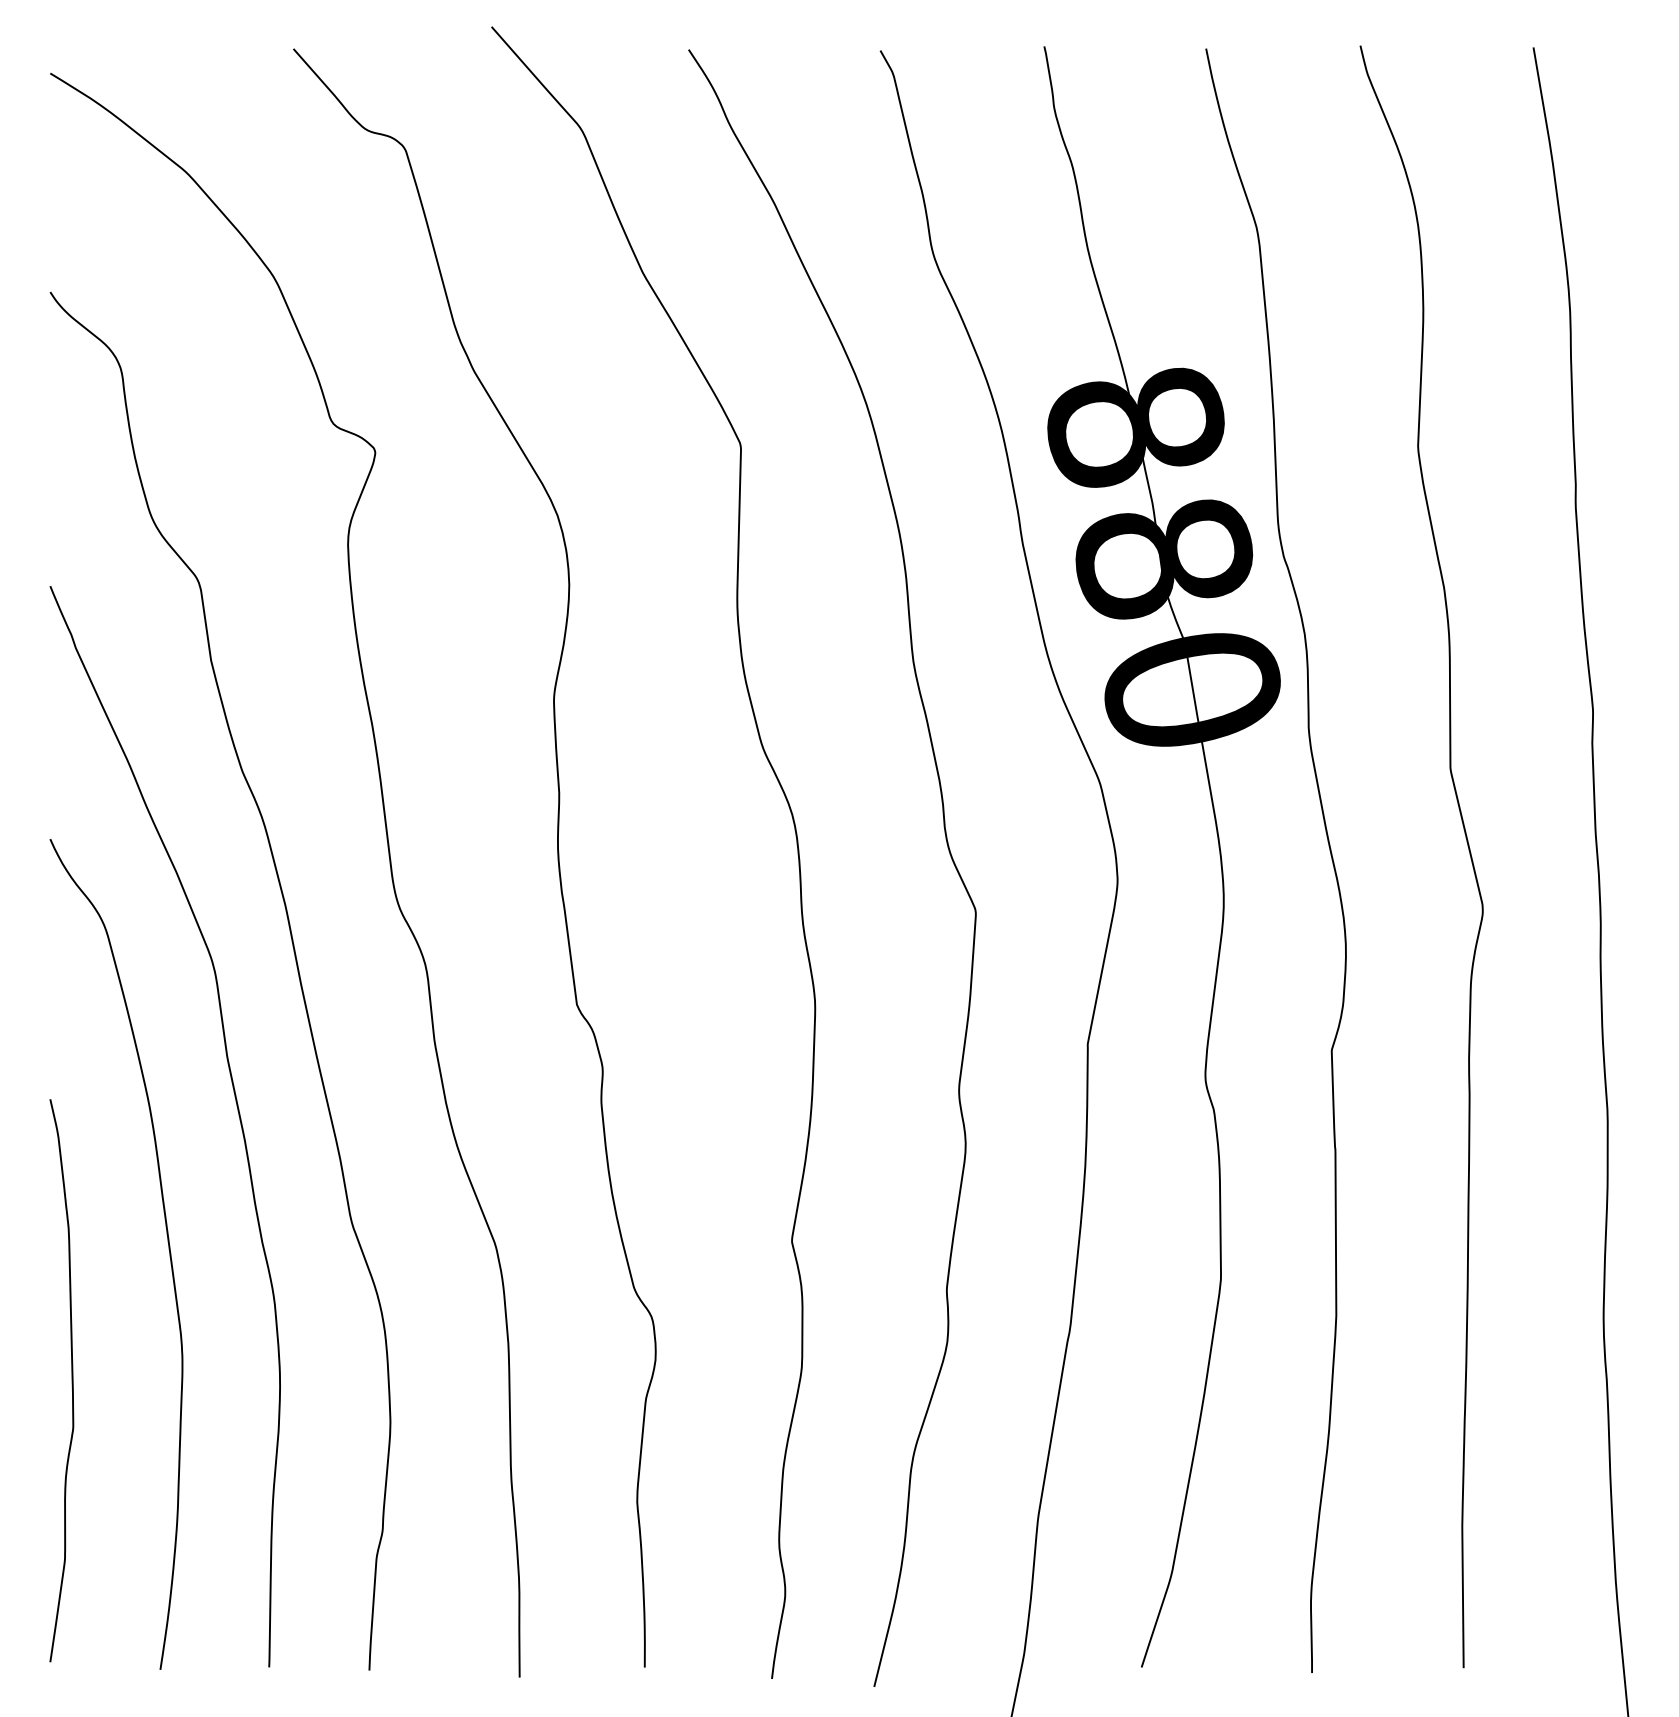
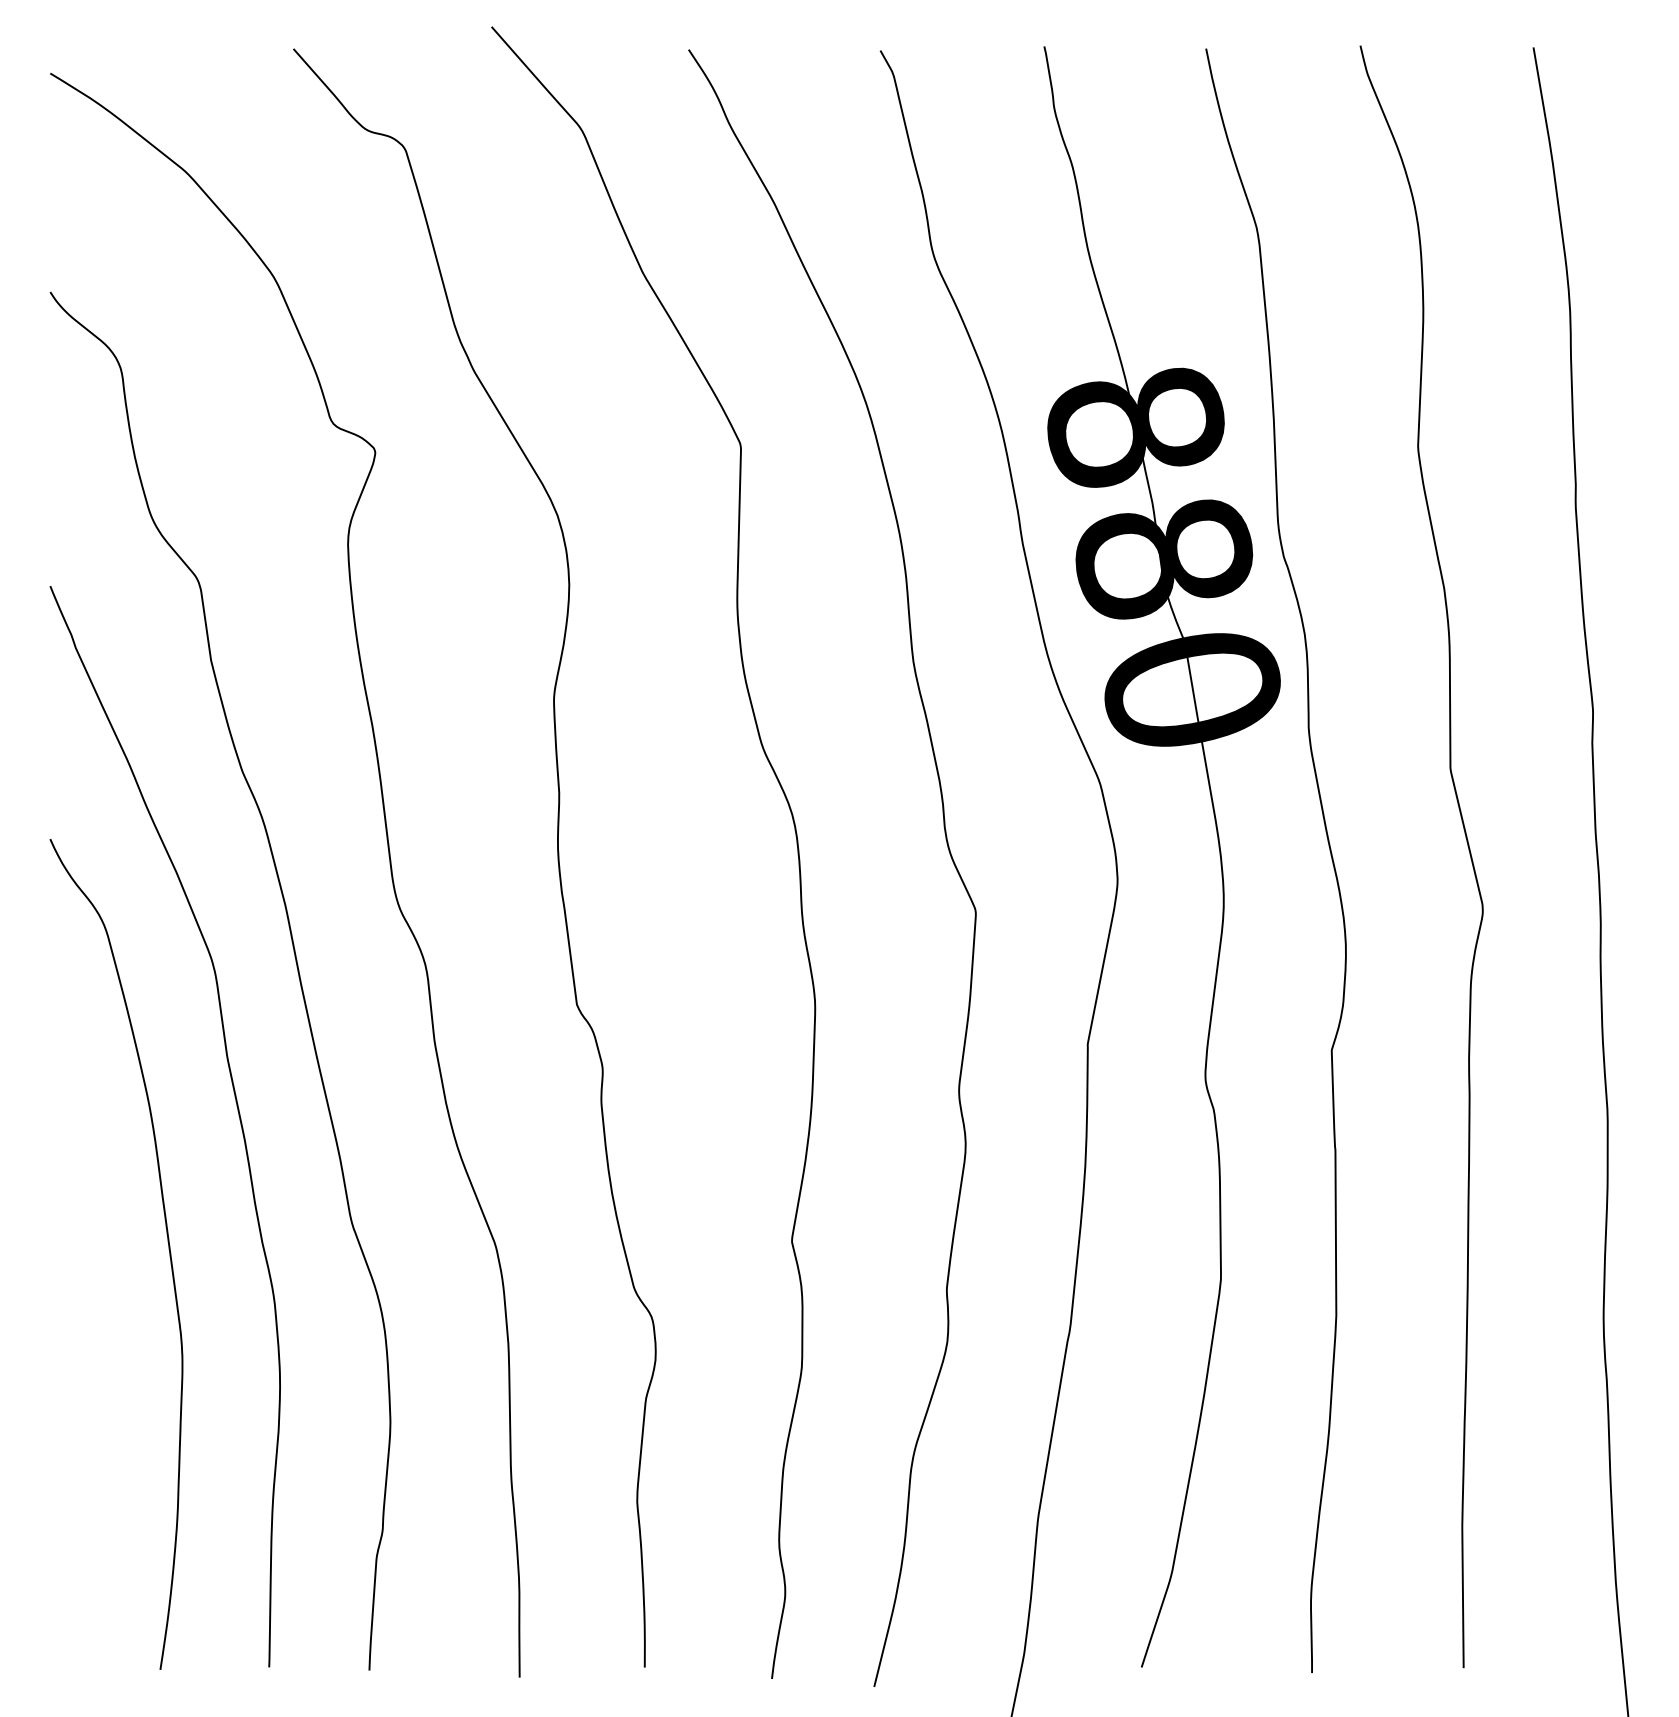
curve at (71, 1380): present -> none
